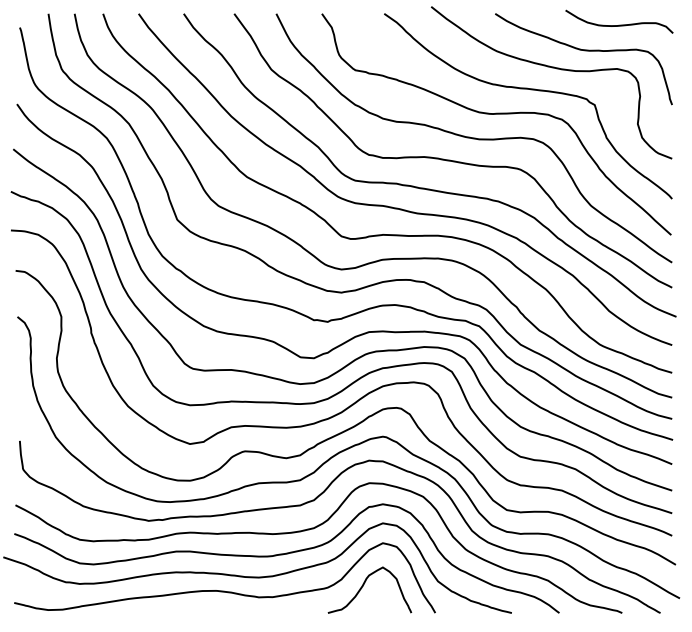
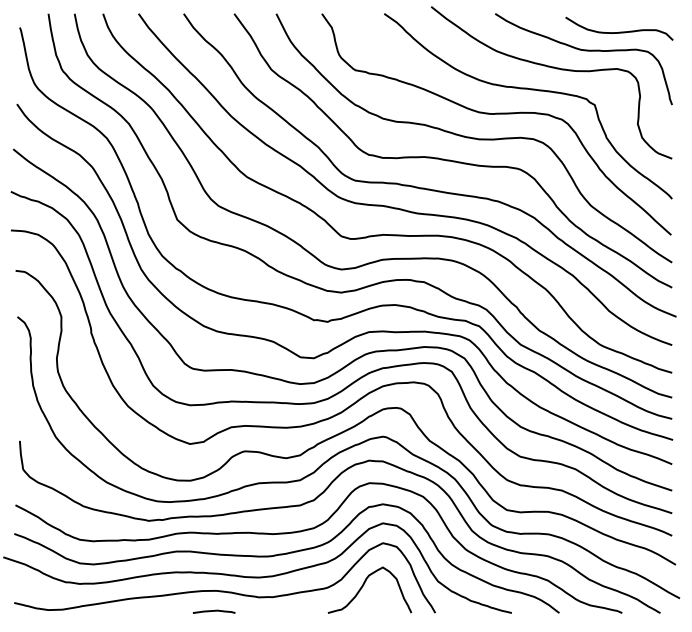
curve at (619, 24) position: (619, 24) -> (619, 31)
curve at (213, 611): none -> present
